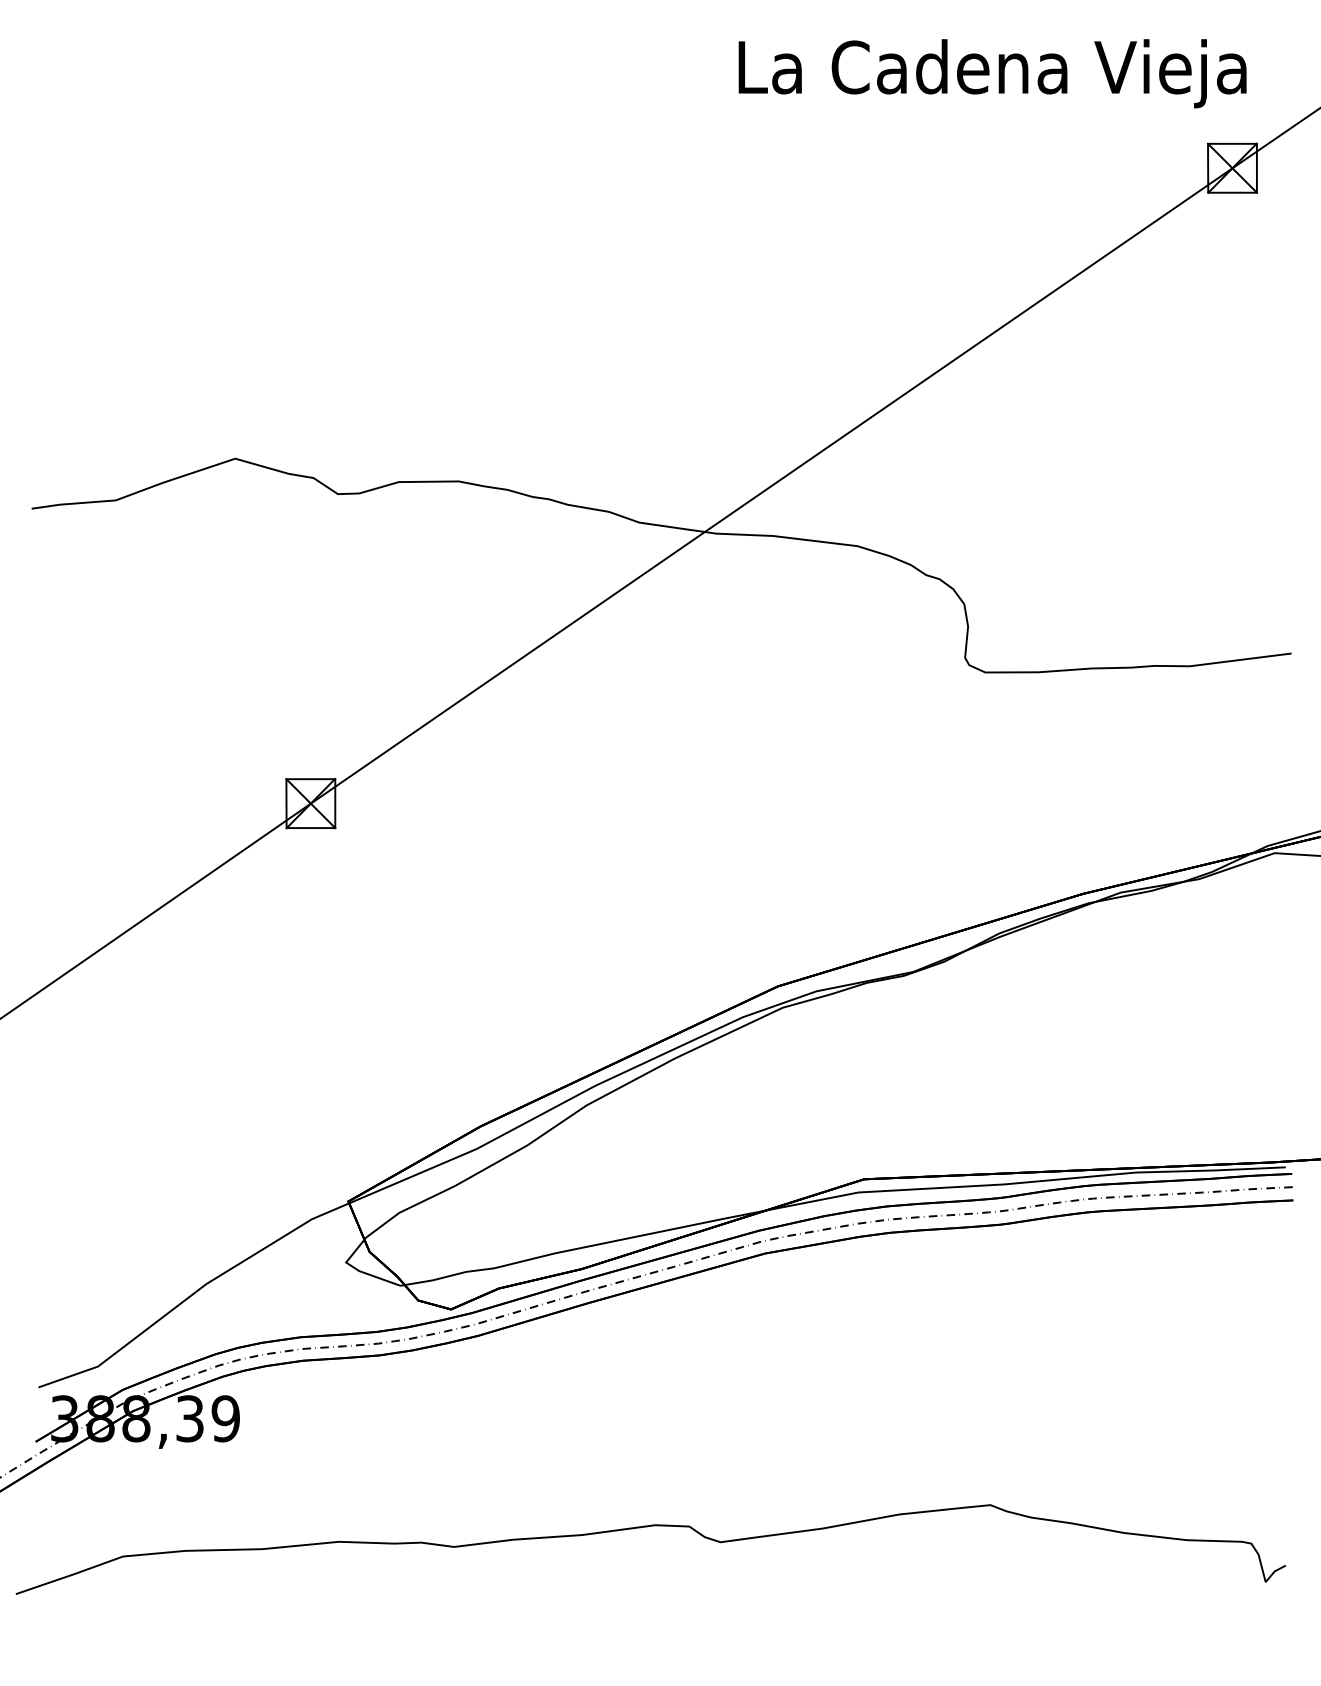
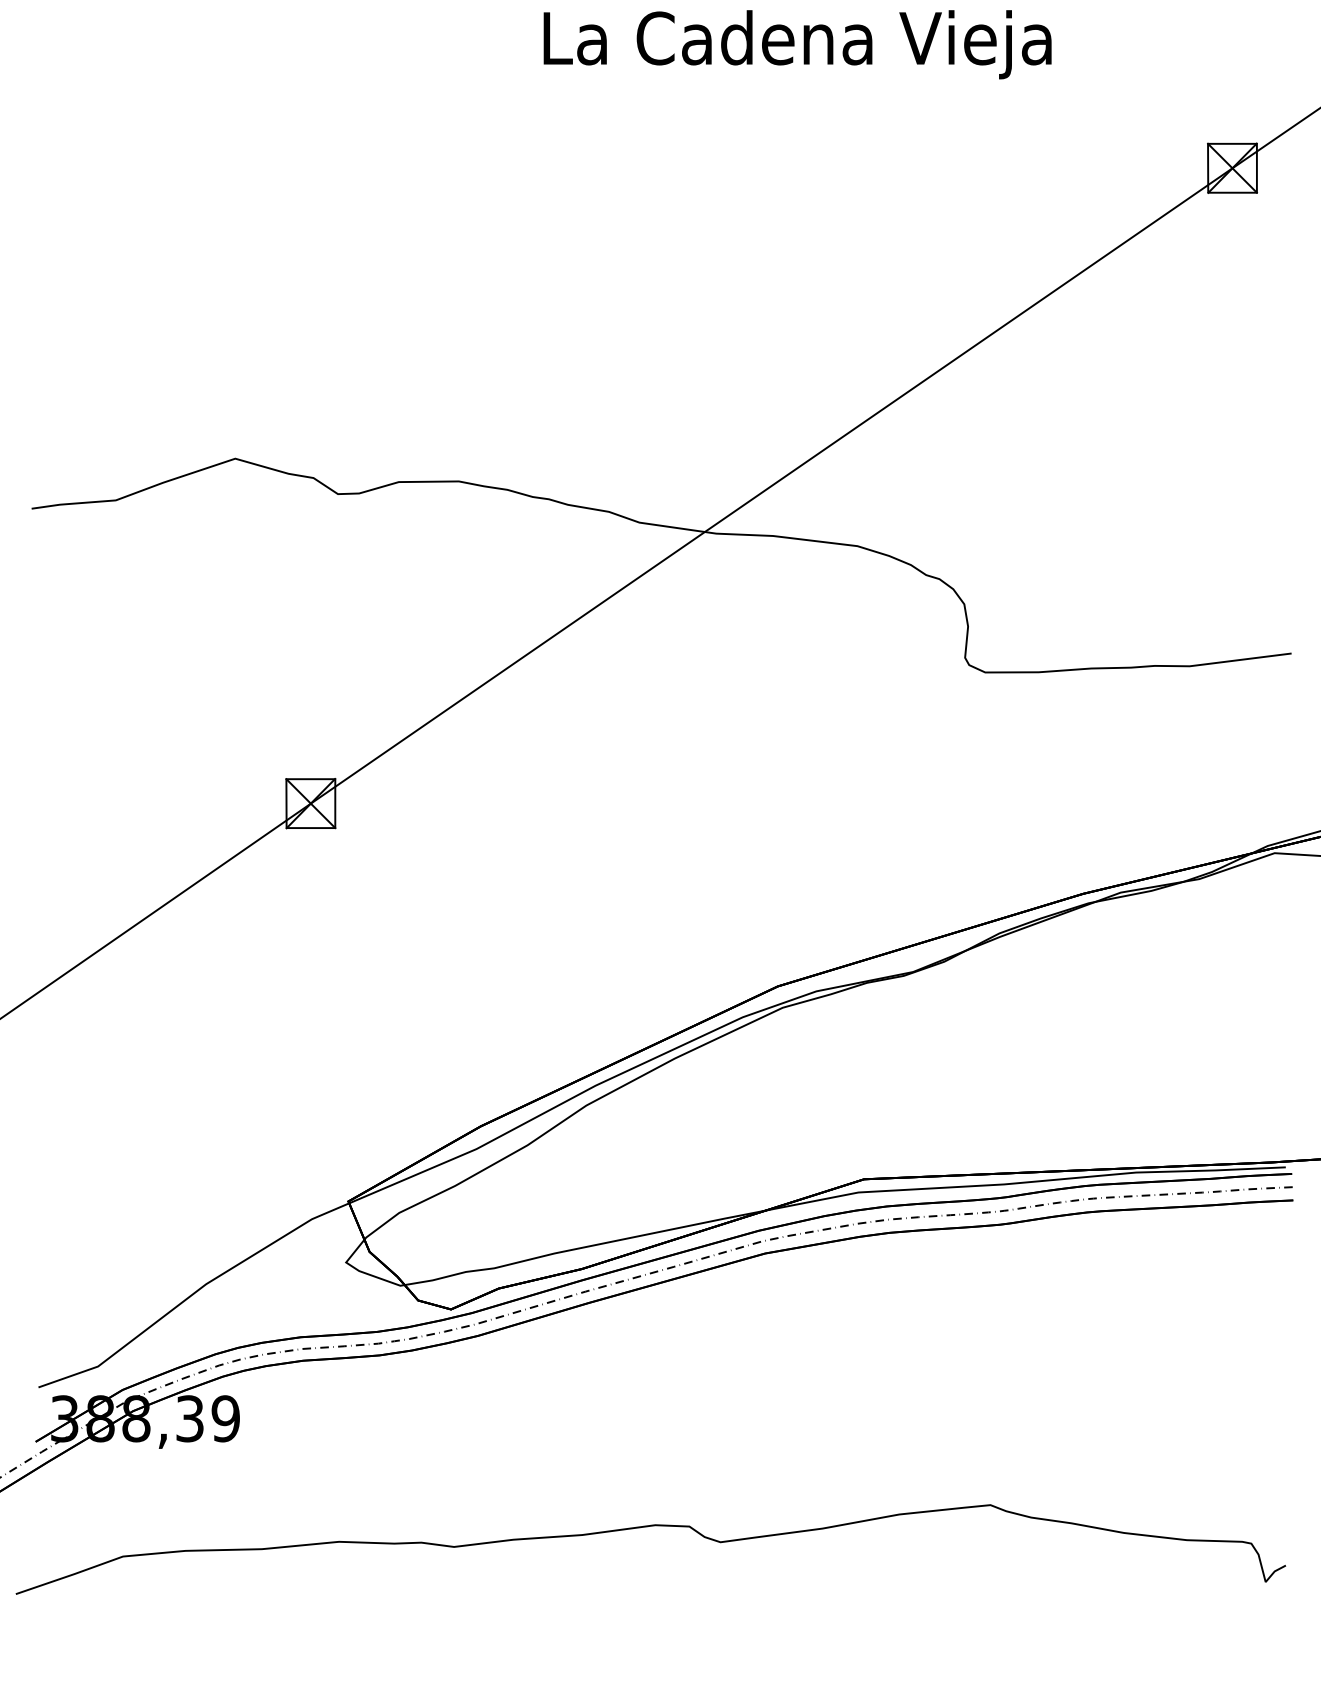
text at (992, 73) position: (992, 73) -> (797, 44)
